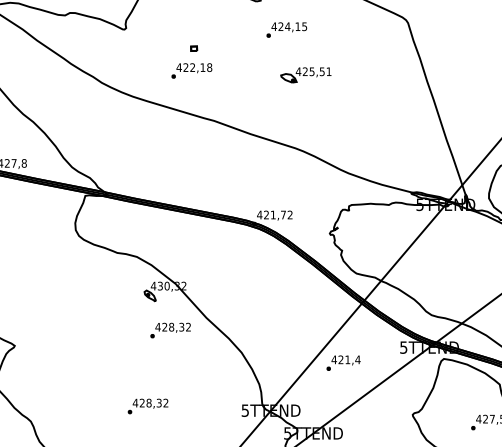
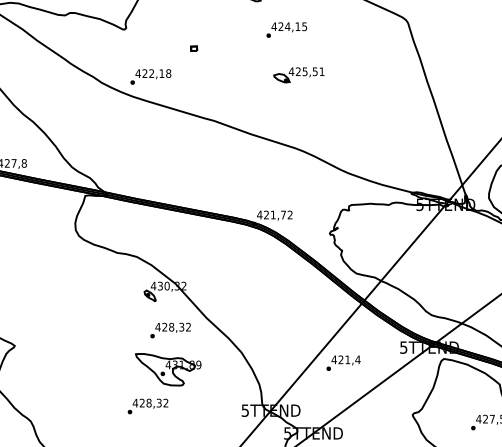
text at (191, 70) position: (191, 70) -> (150, 76)
part at (305, 75) position: (305, 75) -> (298, 75)
part at (167, 369): none -> present
